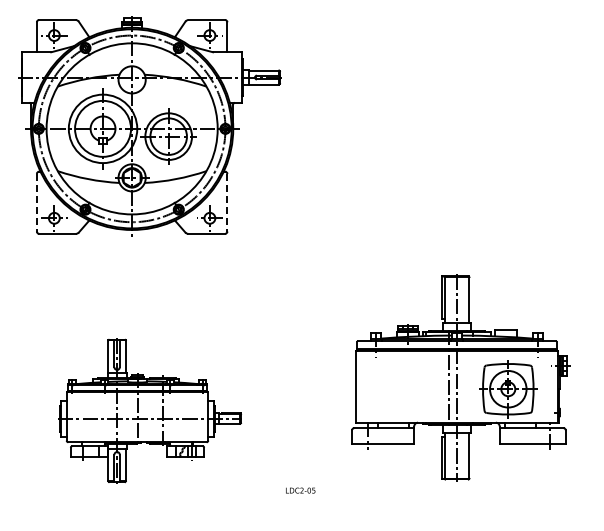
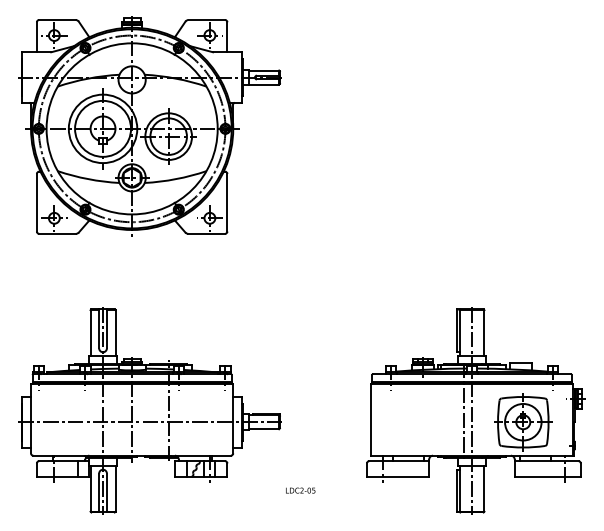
line at (36, 202): dashed -> solid
line at (227, 202): dashed -> solid
part at (460, 377) position: (460, 377) -> (475, 410)
part at (149, 410) size: 184x146 px -> 264x208 px
